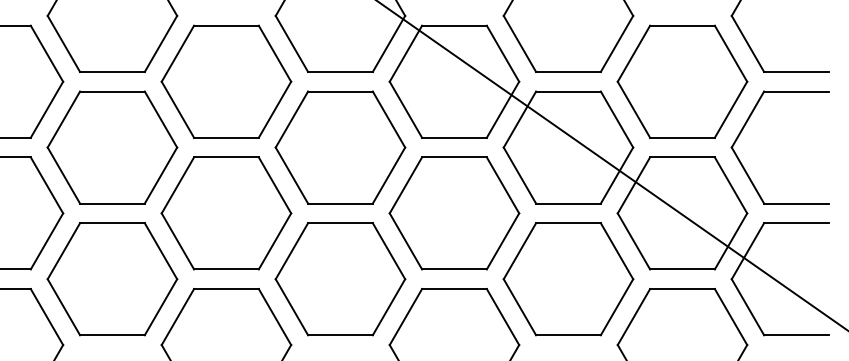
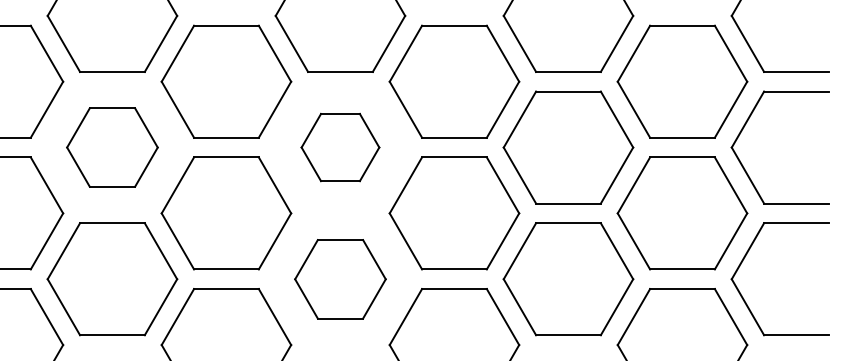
part at (112, 147) size: 133x115 px -> 93x81 px
part at (340, 147) size: 133x115 px -> 81x71 px
line at (612, 165): present -> none
part at (340, 279) size: 133x115 px -> 93x81 px
